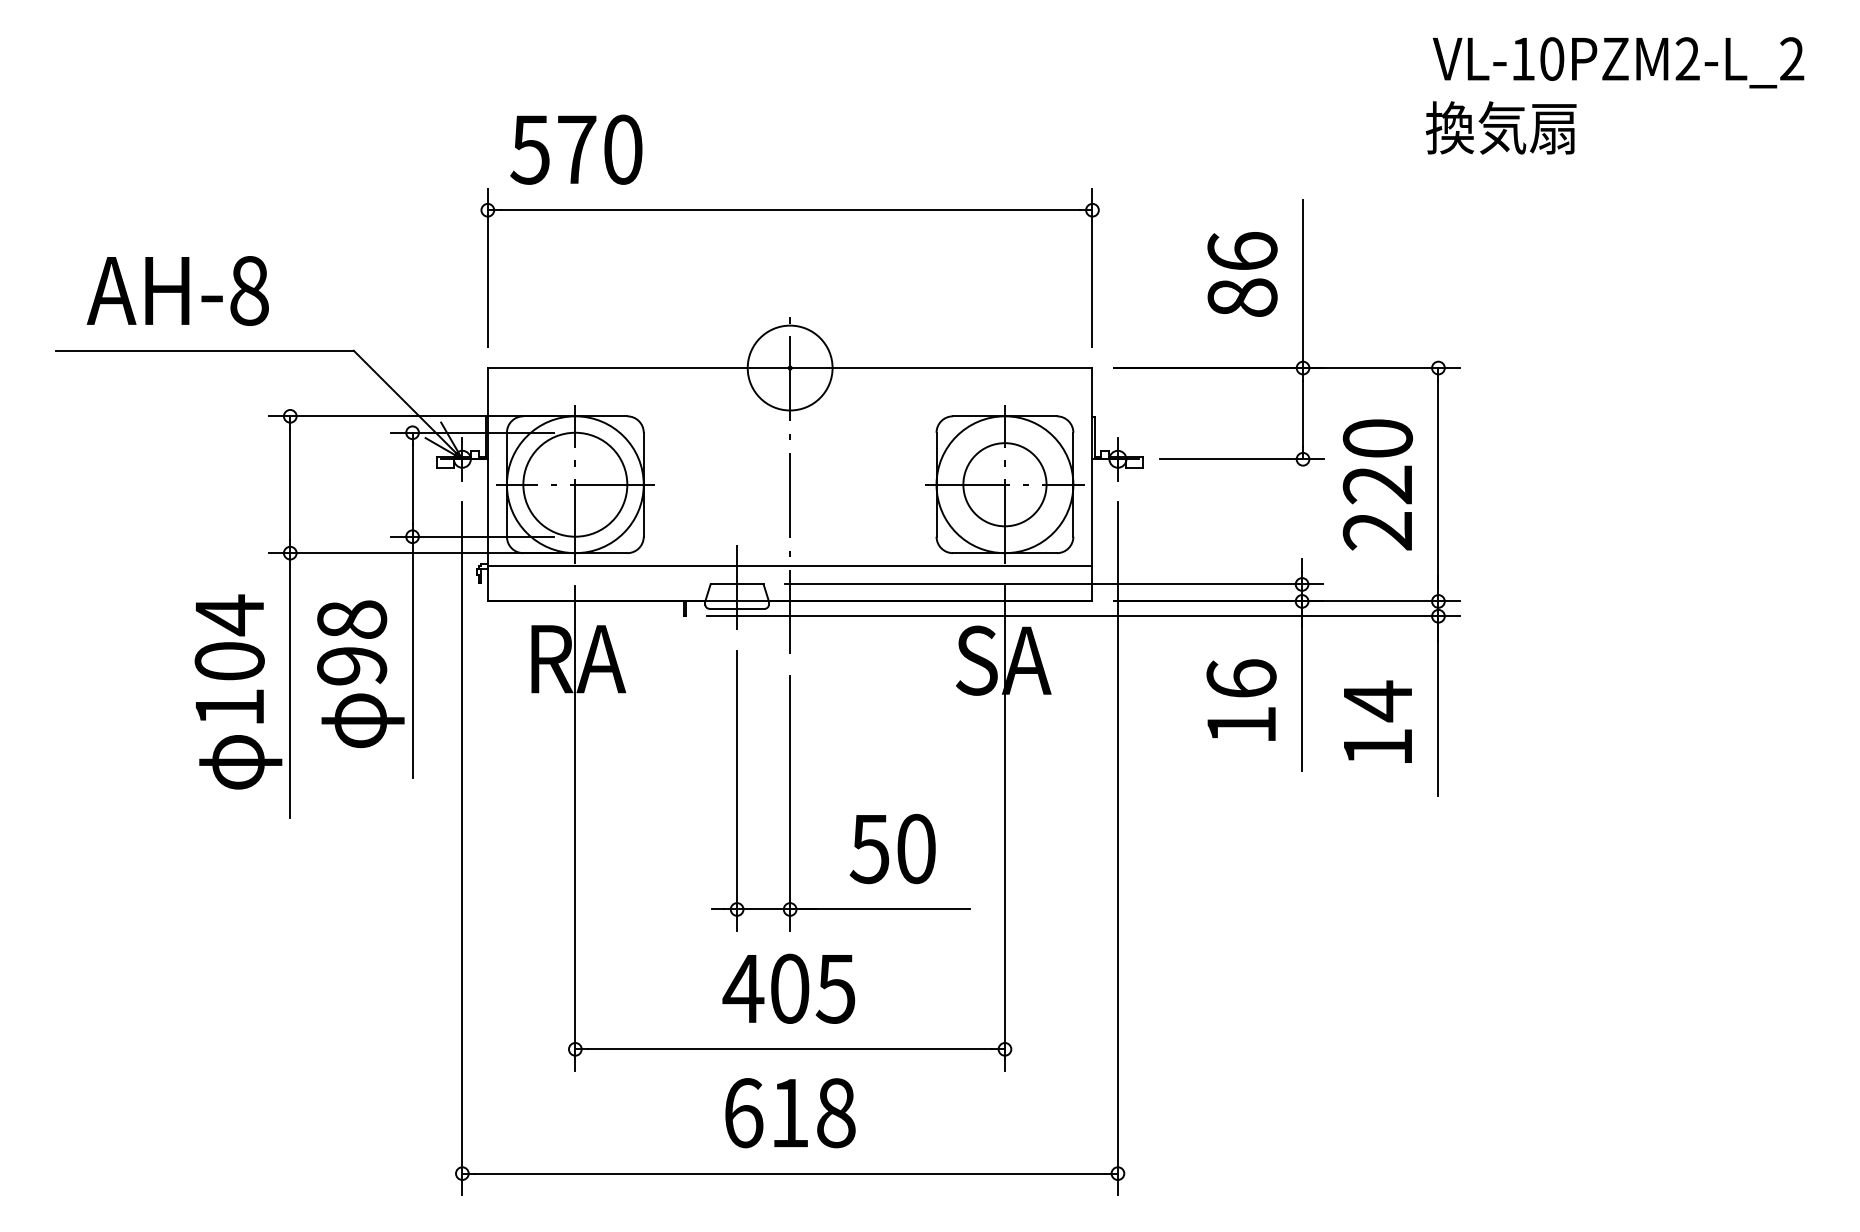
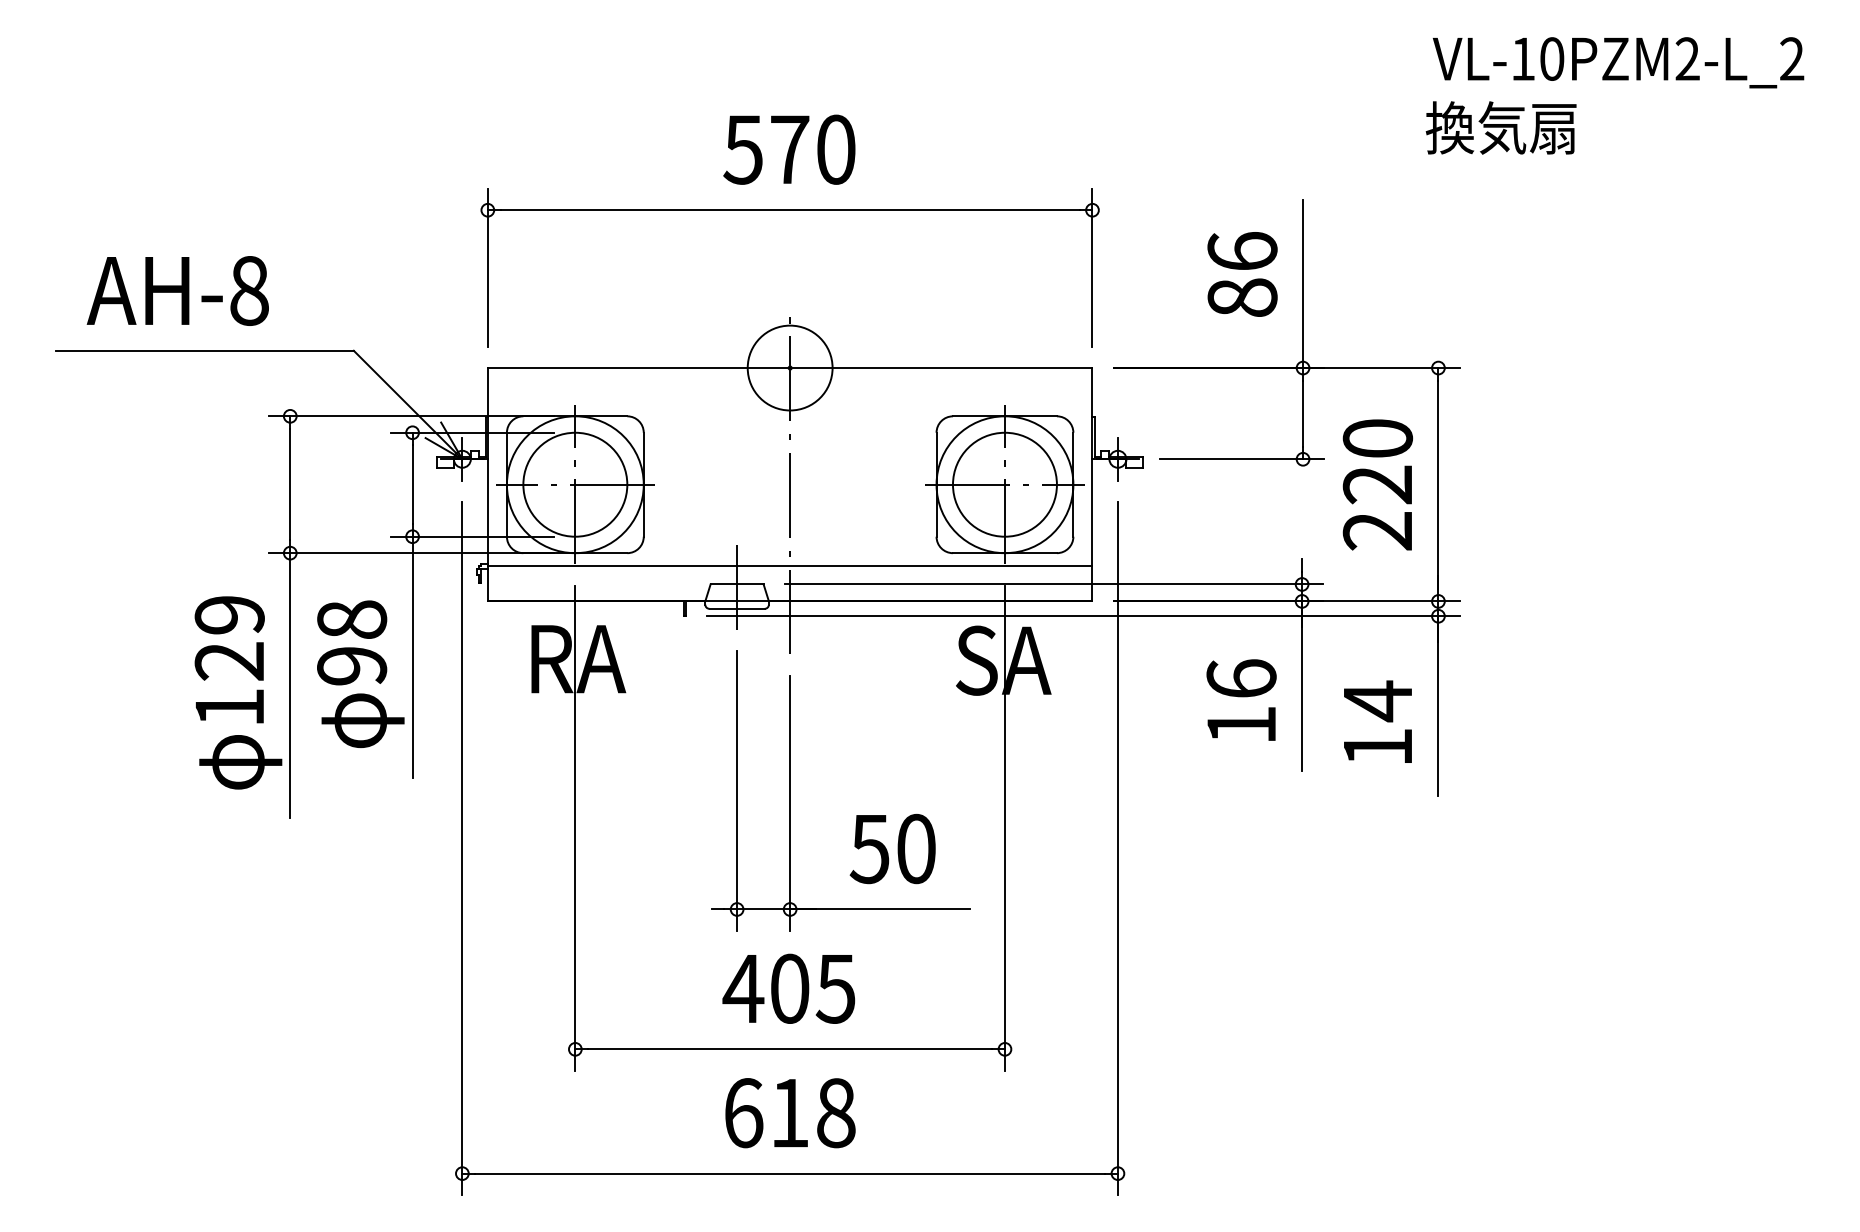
text at (576, 149) position: (576, 149) -> (789, 149)
circle at (1004, 484) diameter: 83 px -> 104 px
text at (229, 637): 104 -> 129
